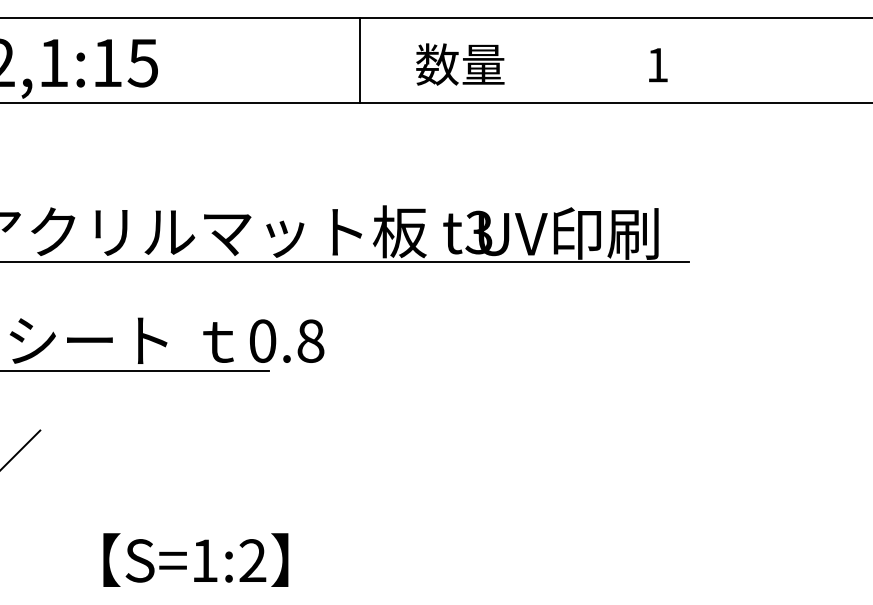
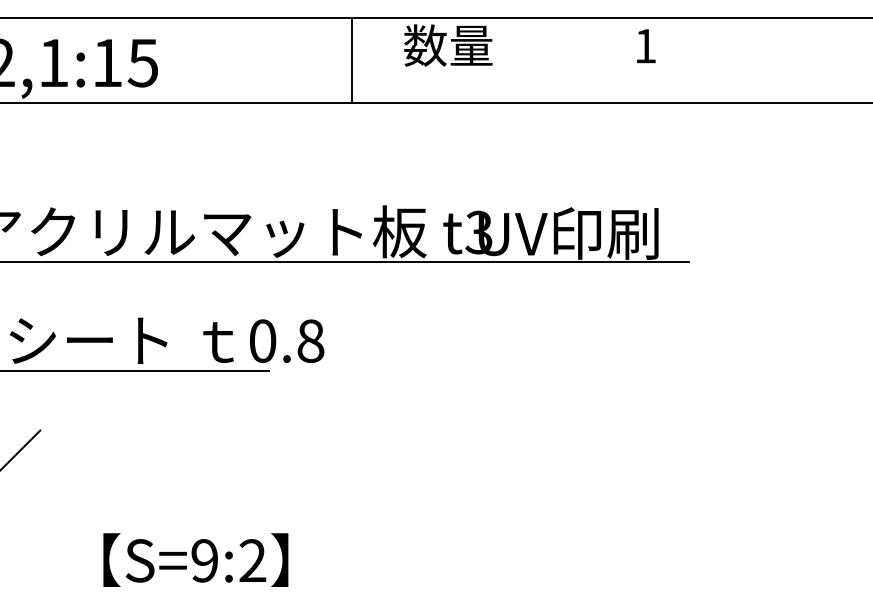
line at (360, 60) position: (360, 60) -> (352, 60)
text at (541, 64) position: (541, 64) -> (529, 45)
text at (204, 560): S=1:2 -> S=9:2
